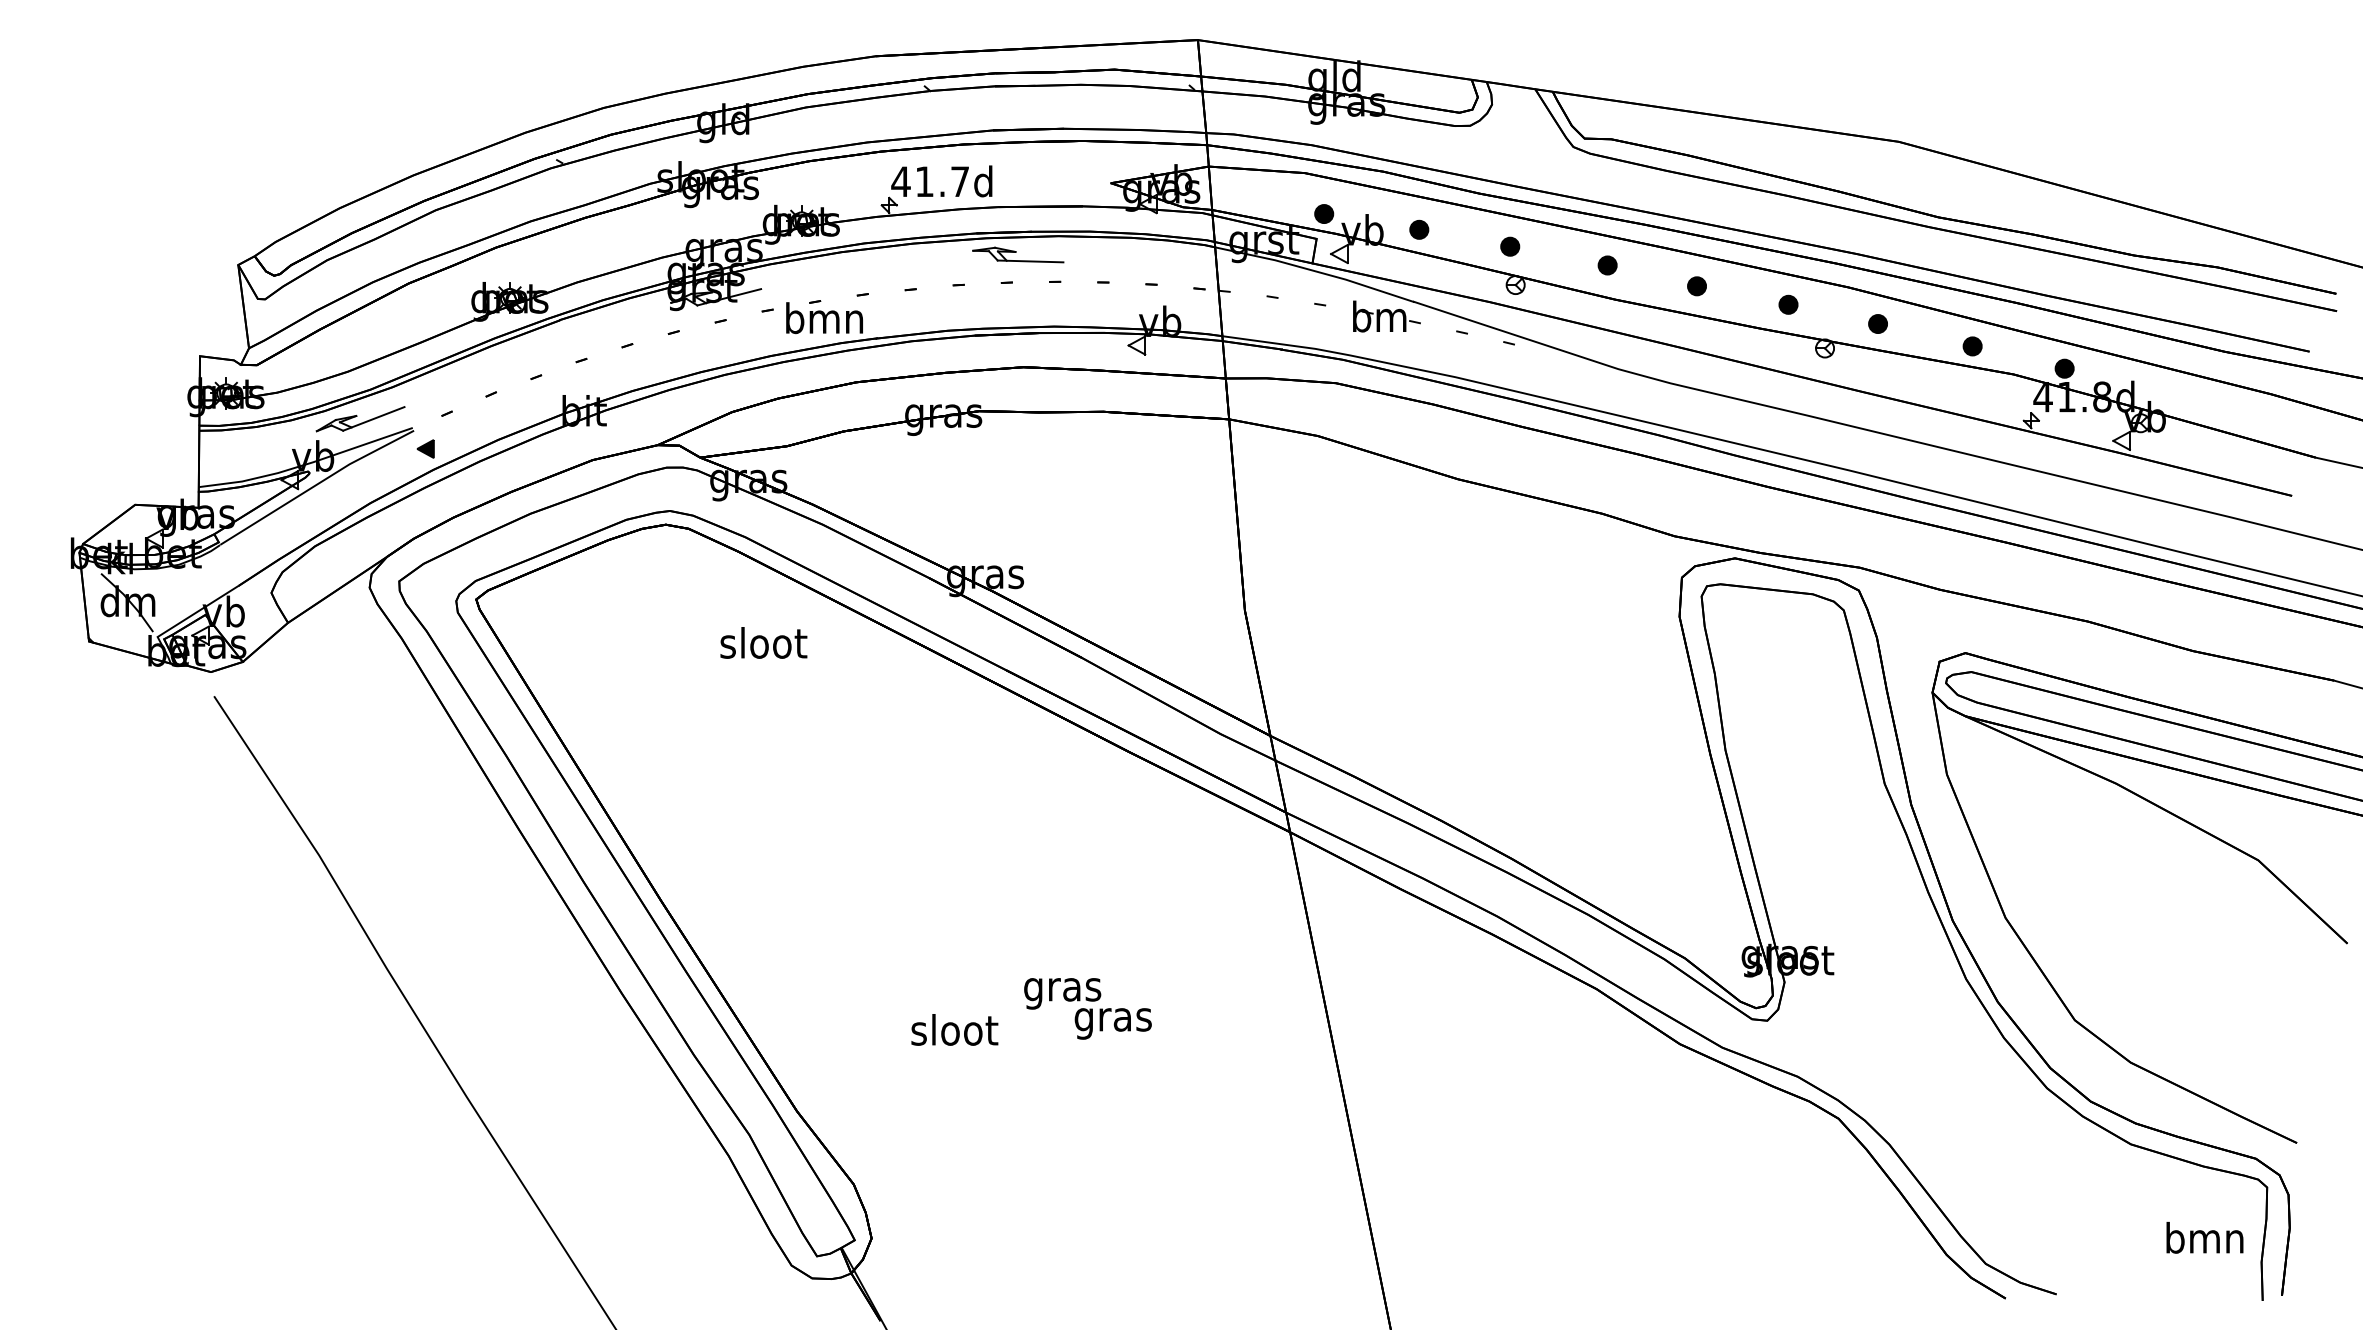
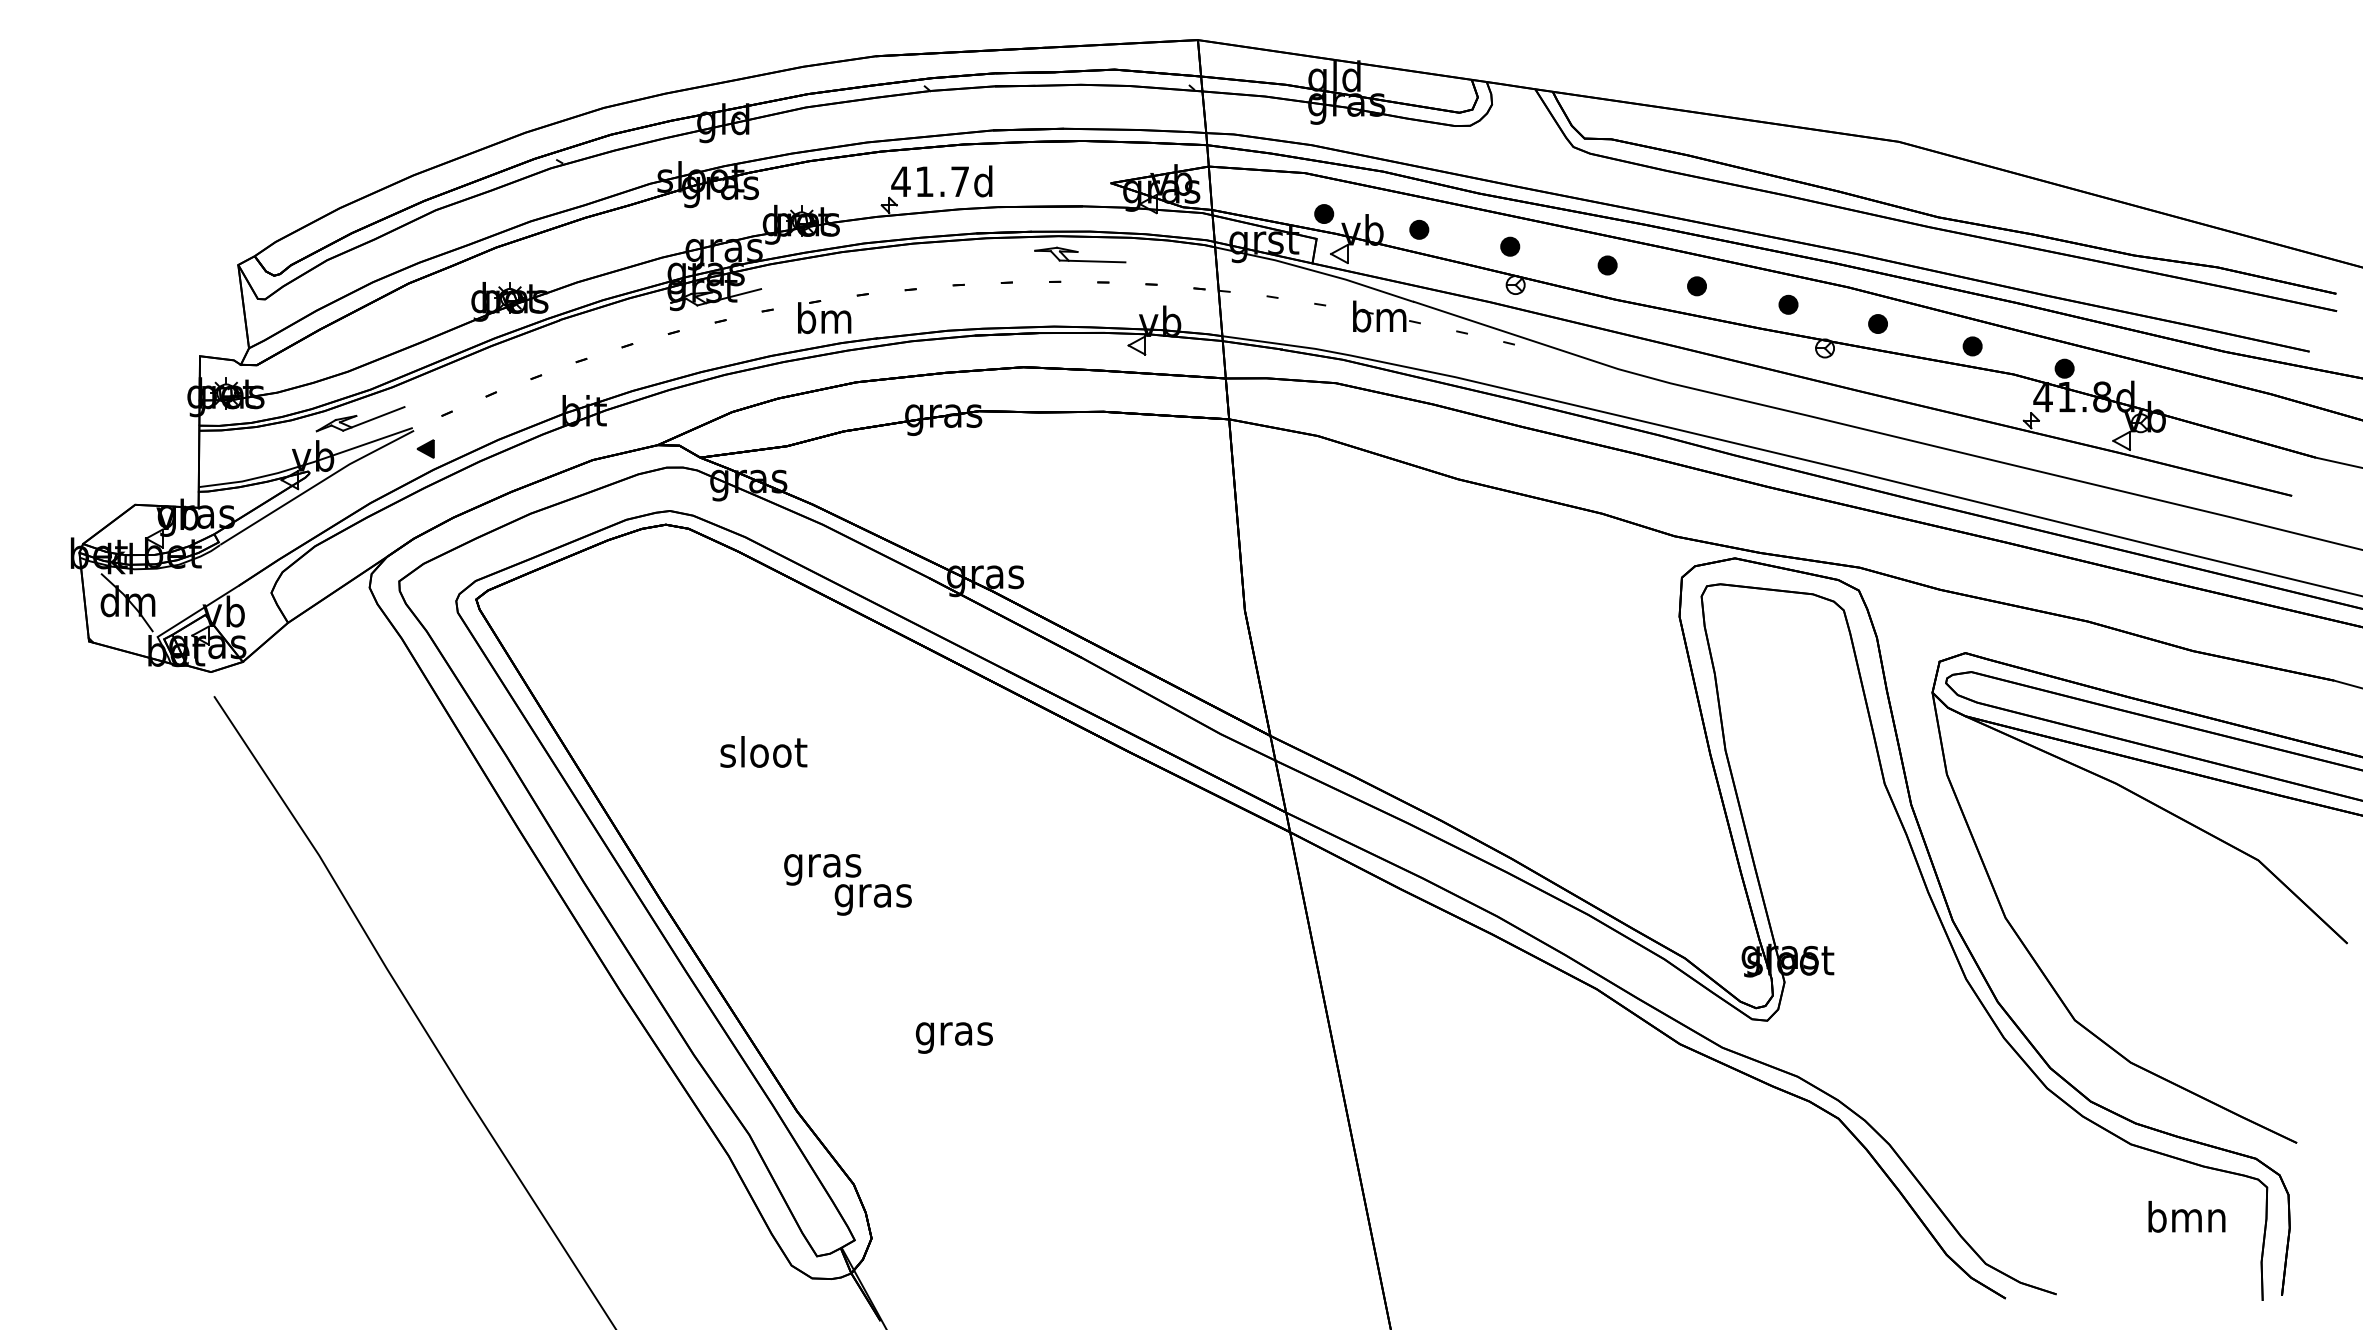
part at (1018, 254) position: (1018, 254) -> (1080, 254)
text at (824, 318): bmn -> bm
text at (763, 642) position: (763, 642) -> (763, 751)
text at (1087, 1008) position: (1087, 1008) -> (847, 884)
text at (954, 1033): sloot -> gras
text at (2204, 1237) position: (2204, 1237) -> (2186, 1216)
